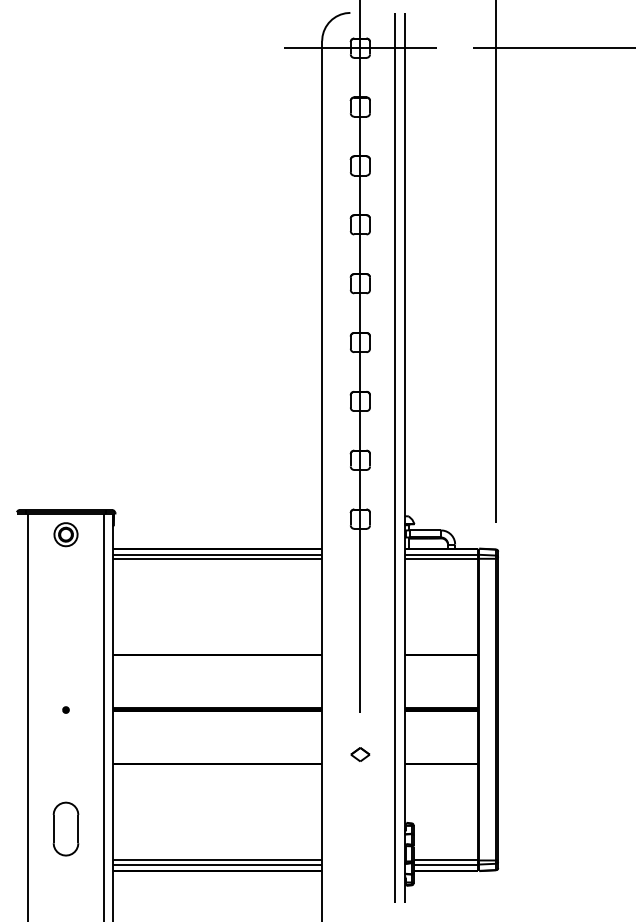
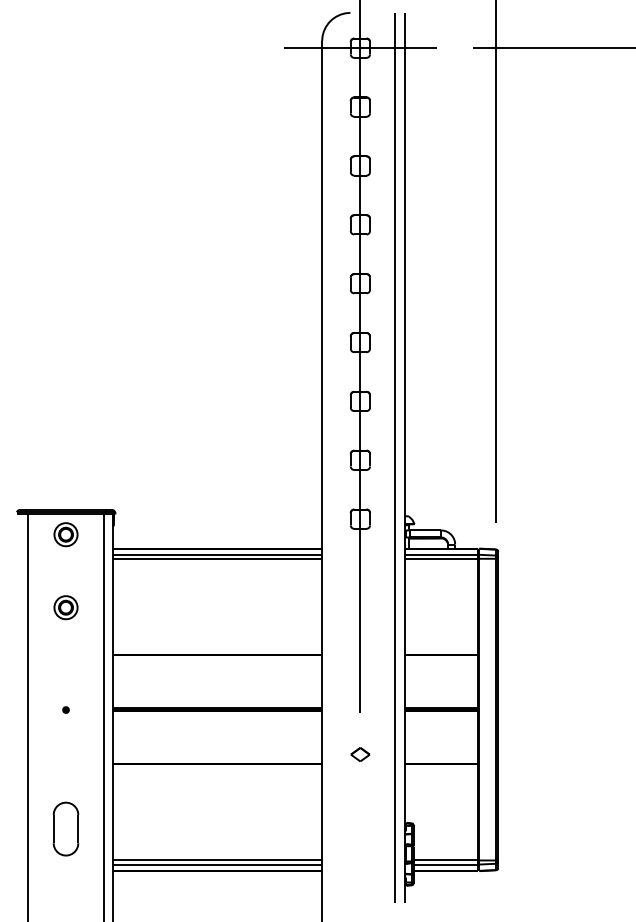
part at (65, 607): none -> present
